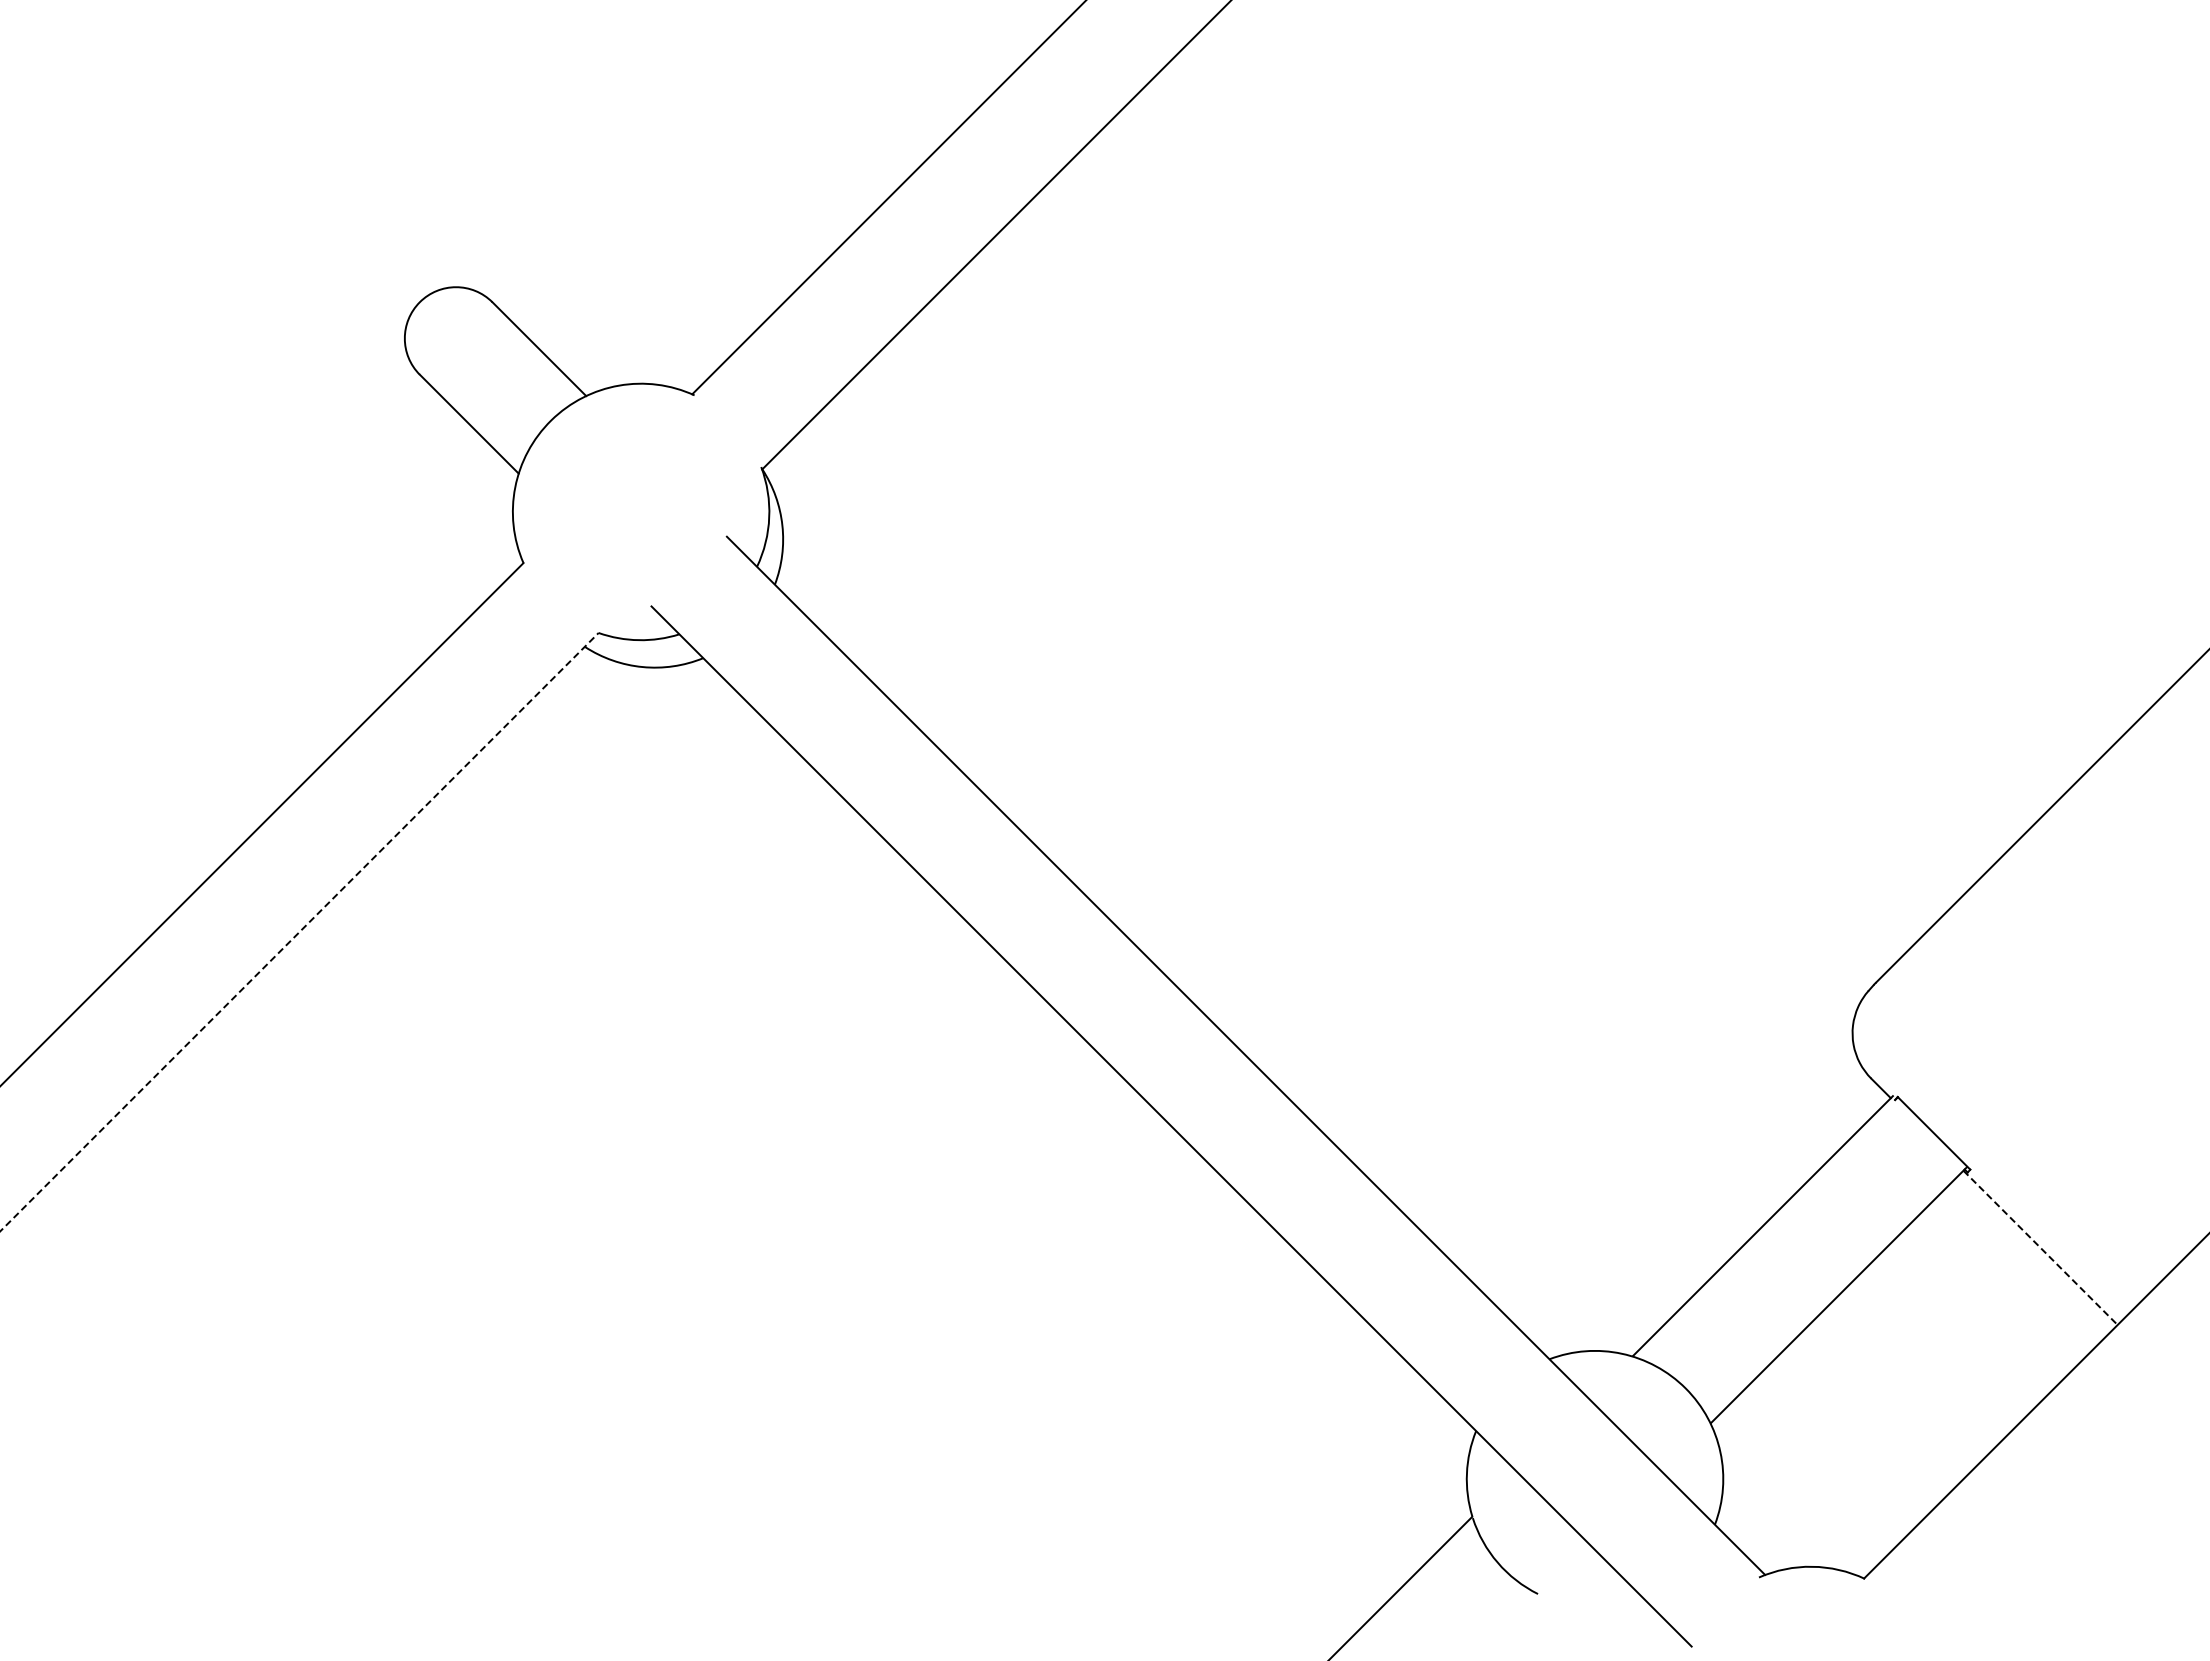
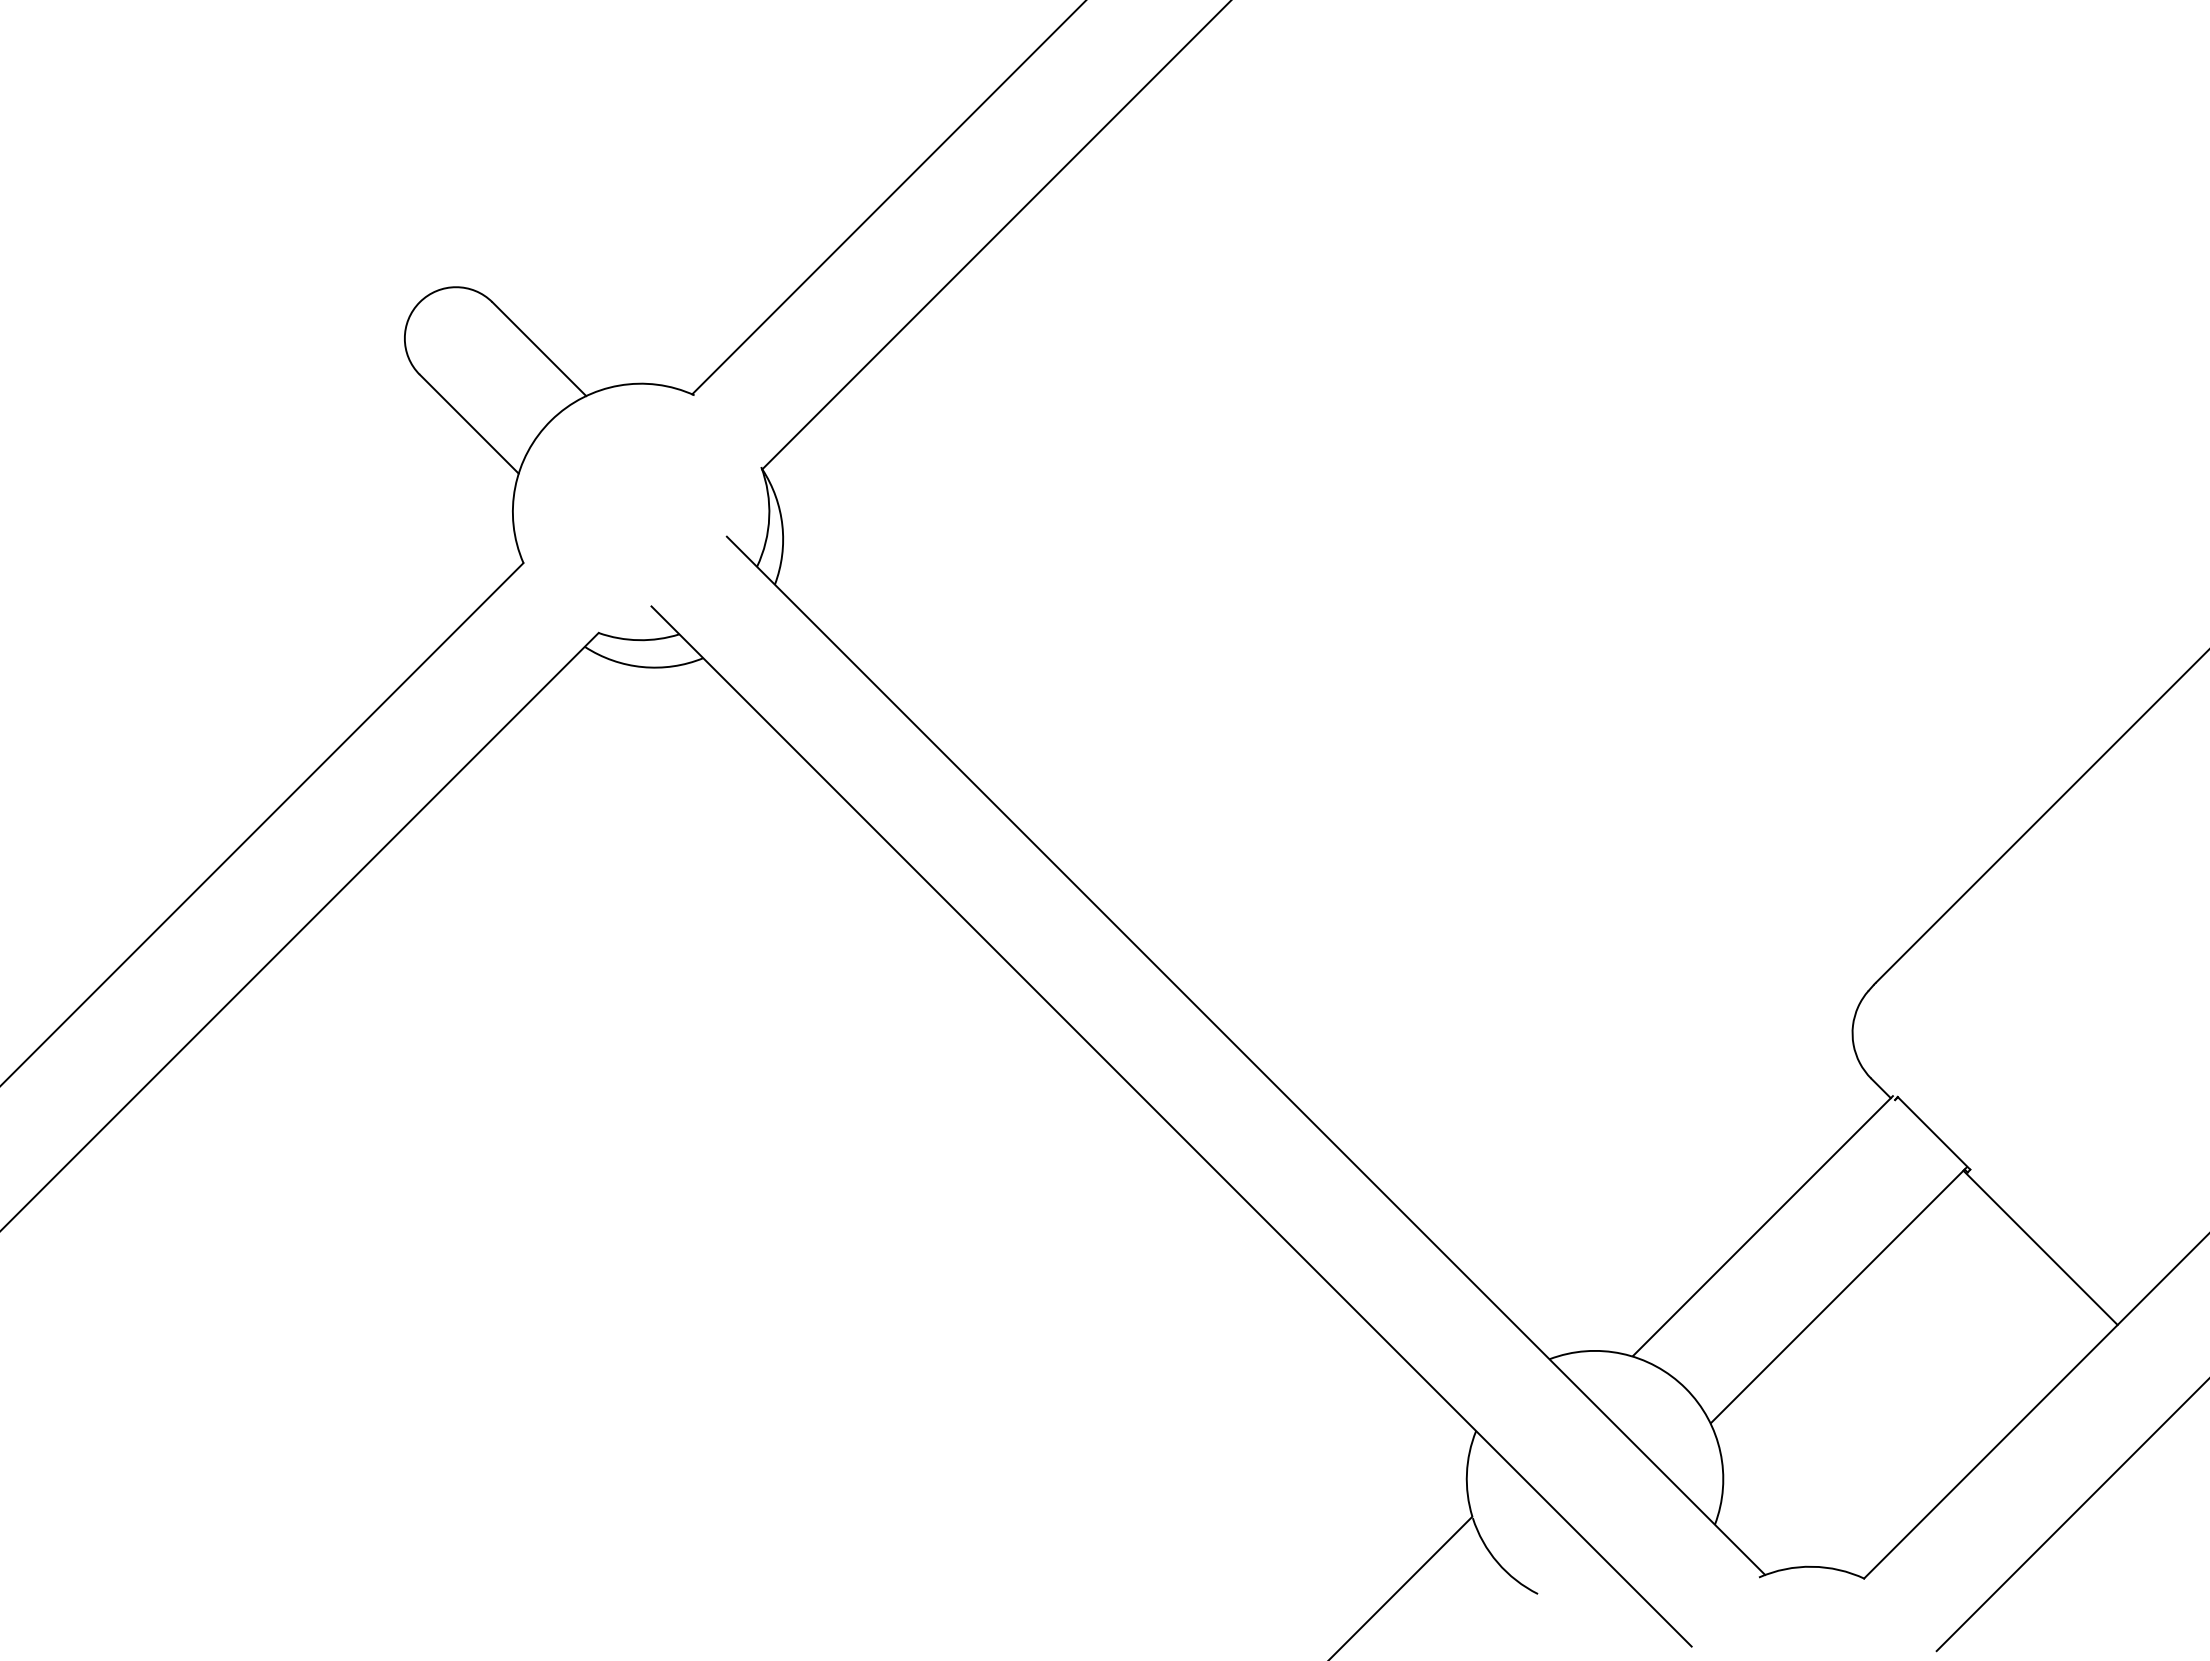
line at (299, 931): dashed -> solid
line at (2040, 1248): dashed -> solid
line at (2071, 1515): none -> present
